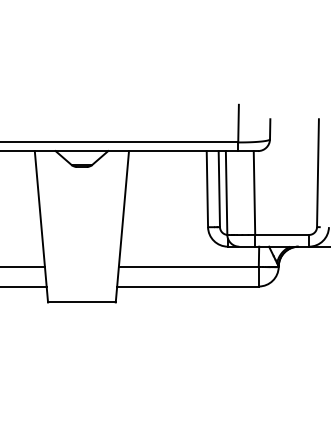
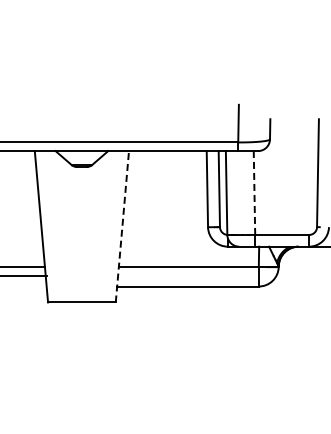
line at (254, 193): solid -> dashed
line at (122, 226): solid -> dashed
line at (24, 286) position: (24, 286) -> (24, 275)
